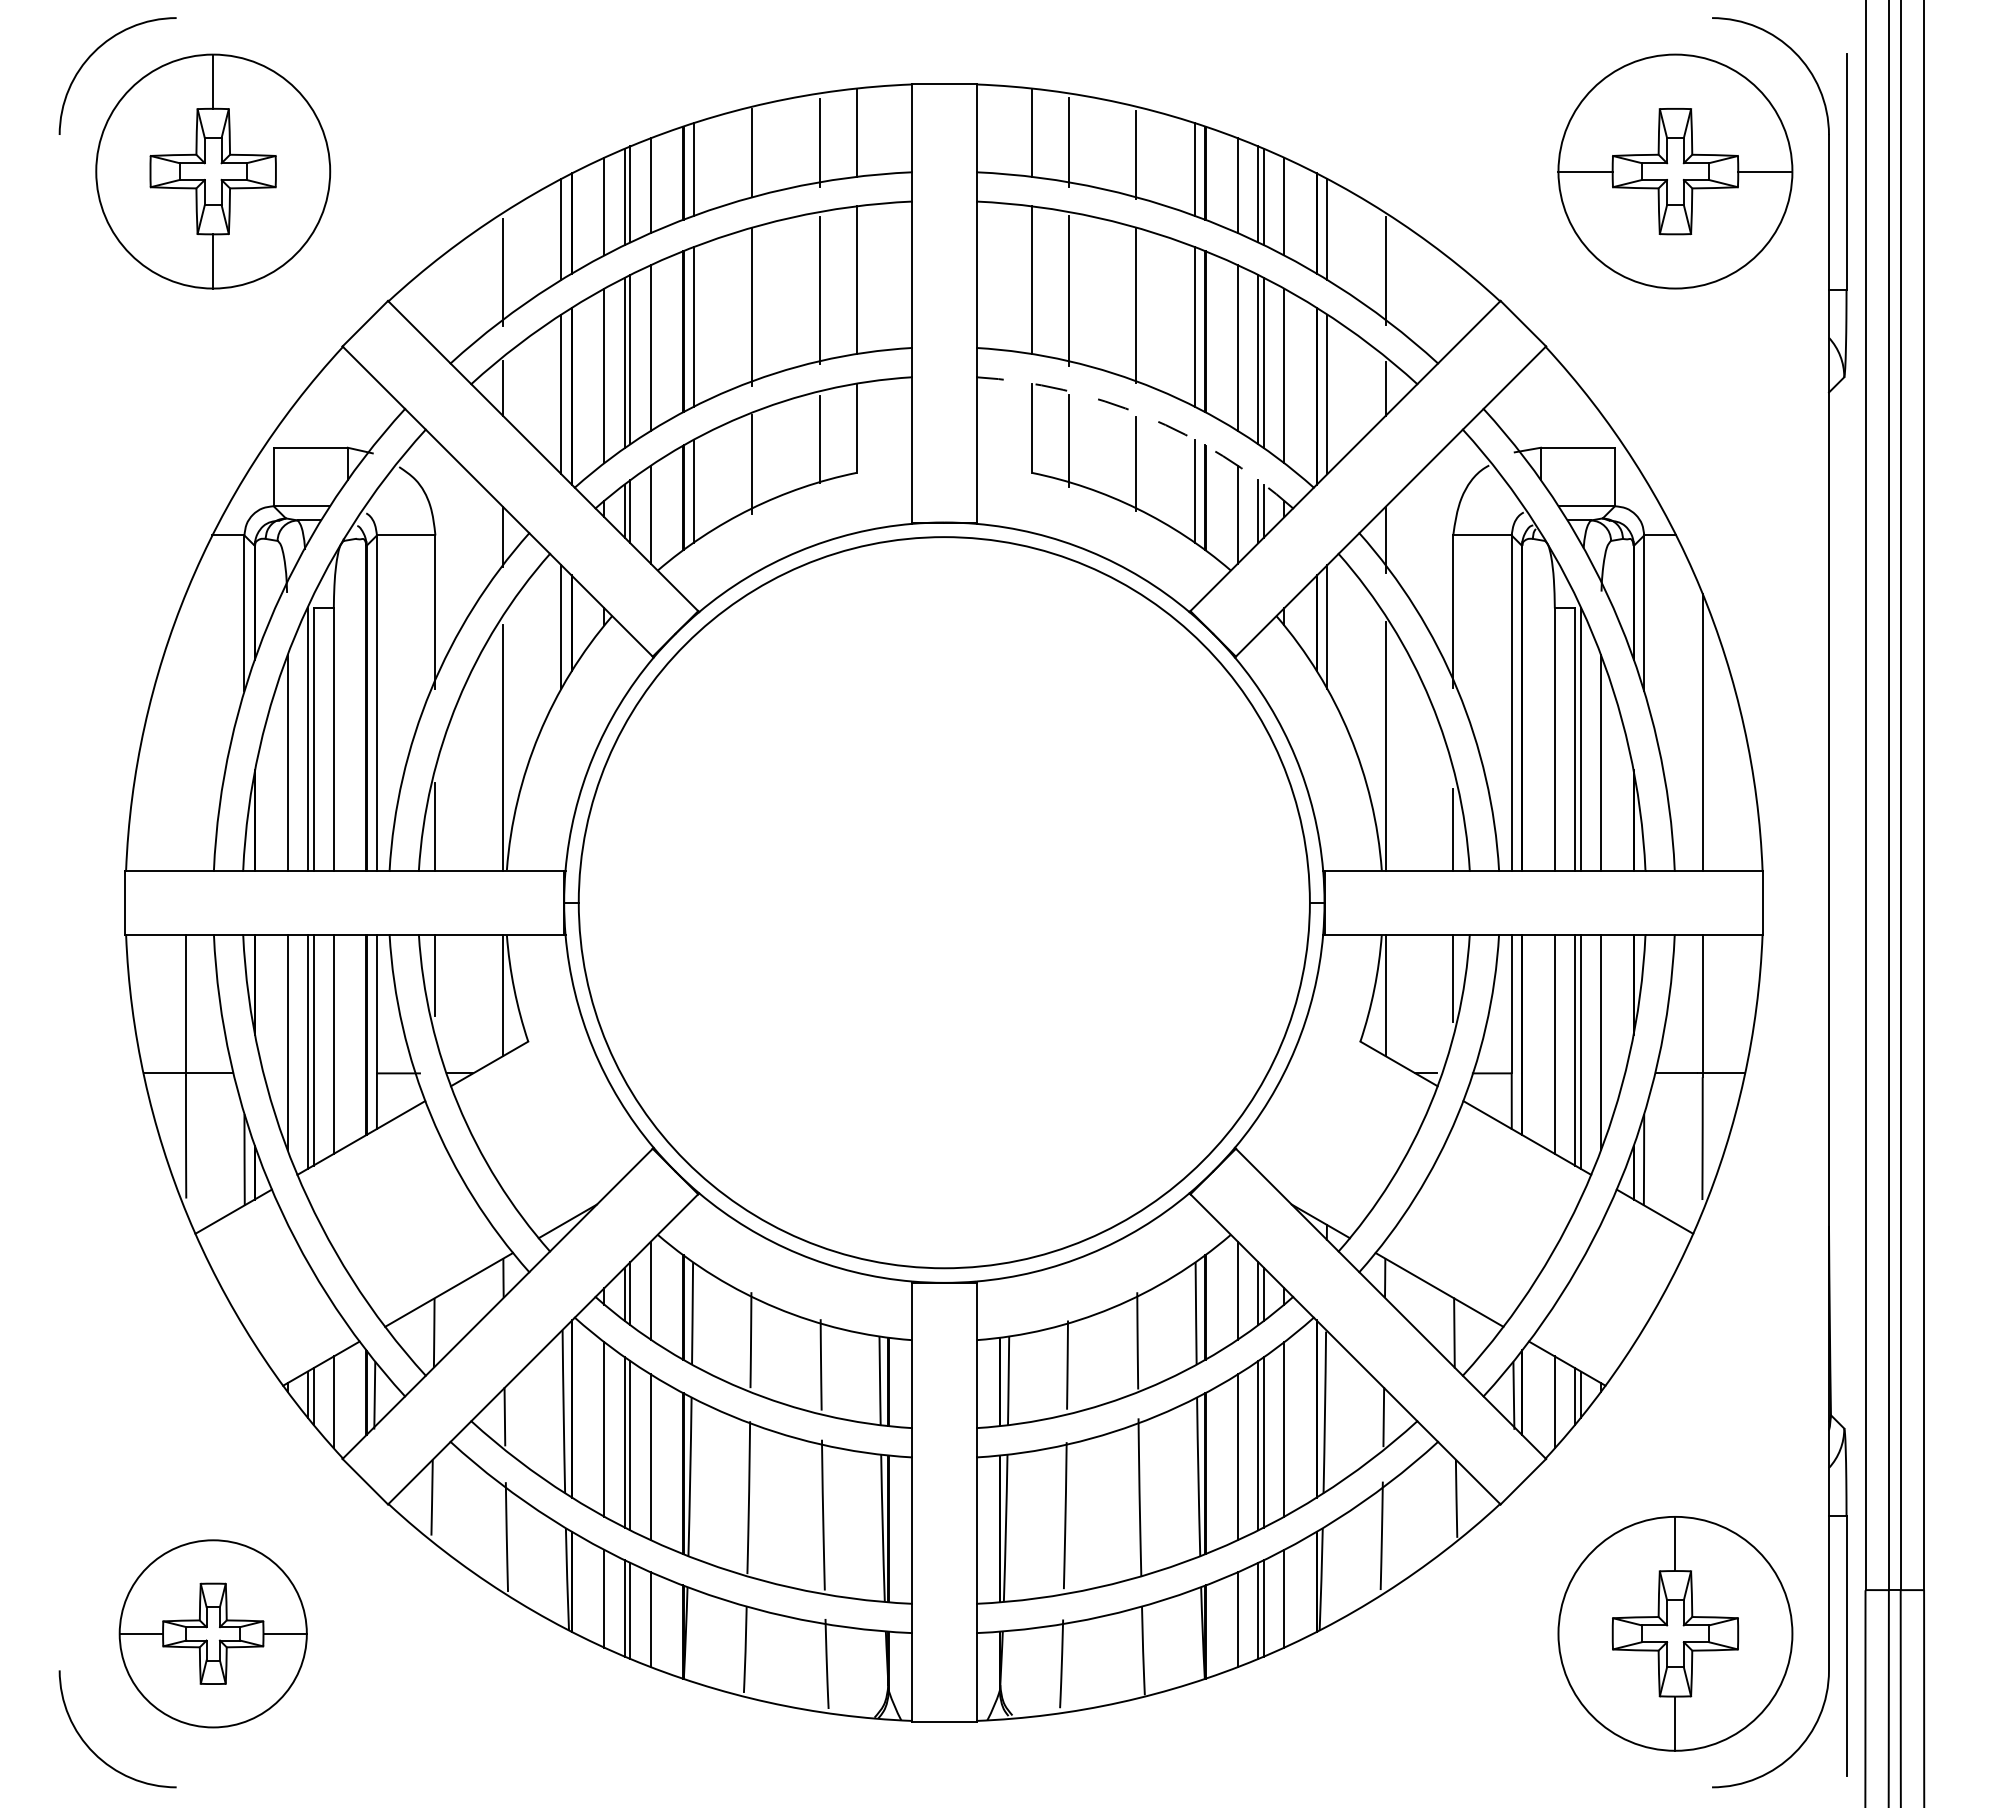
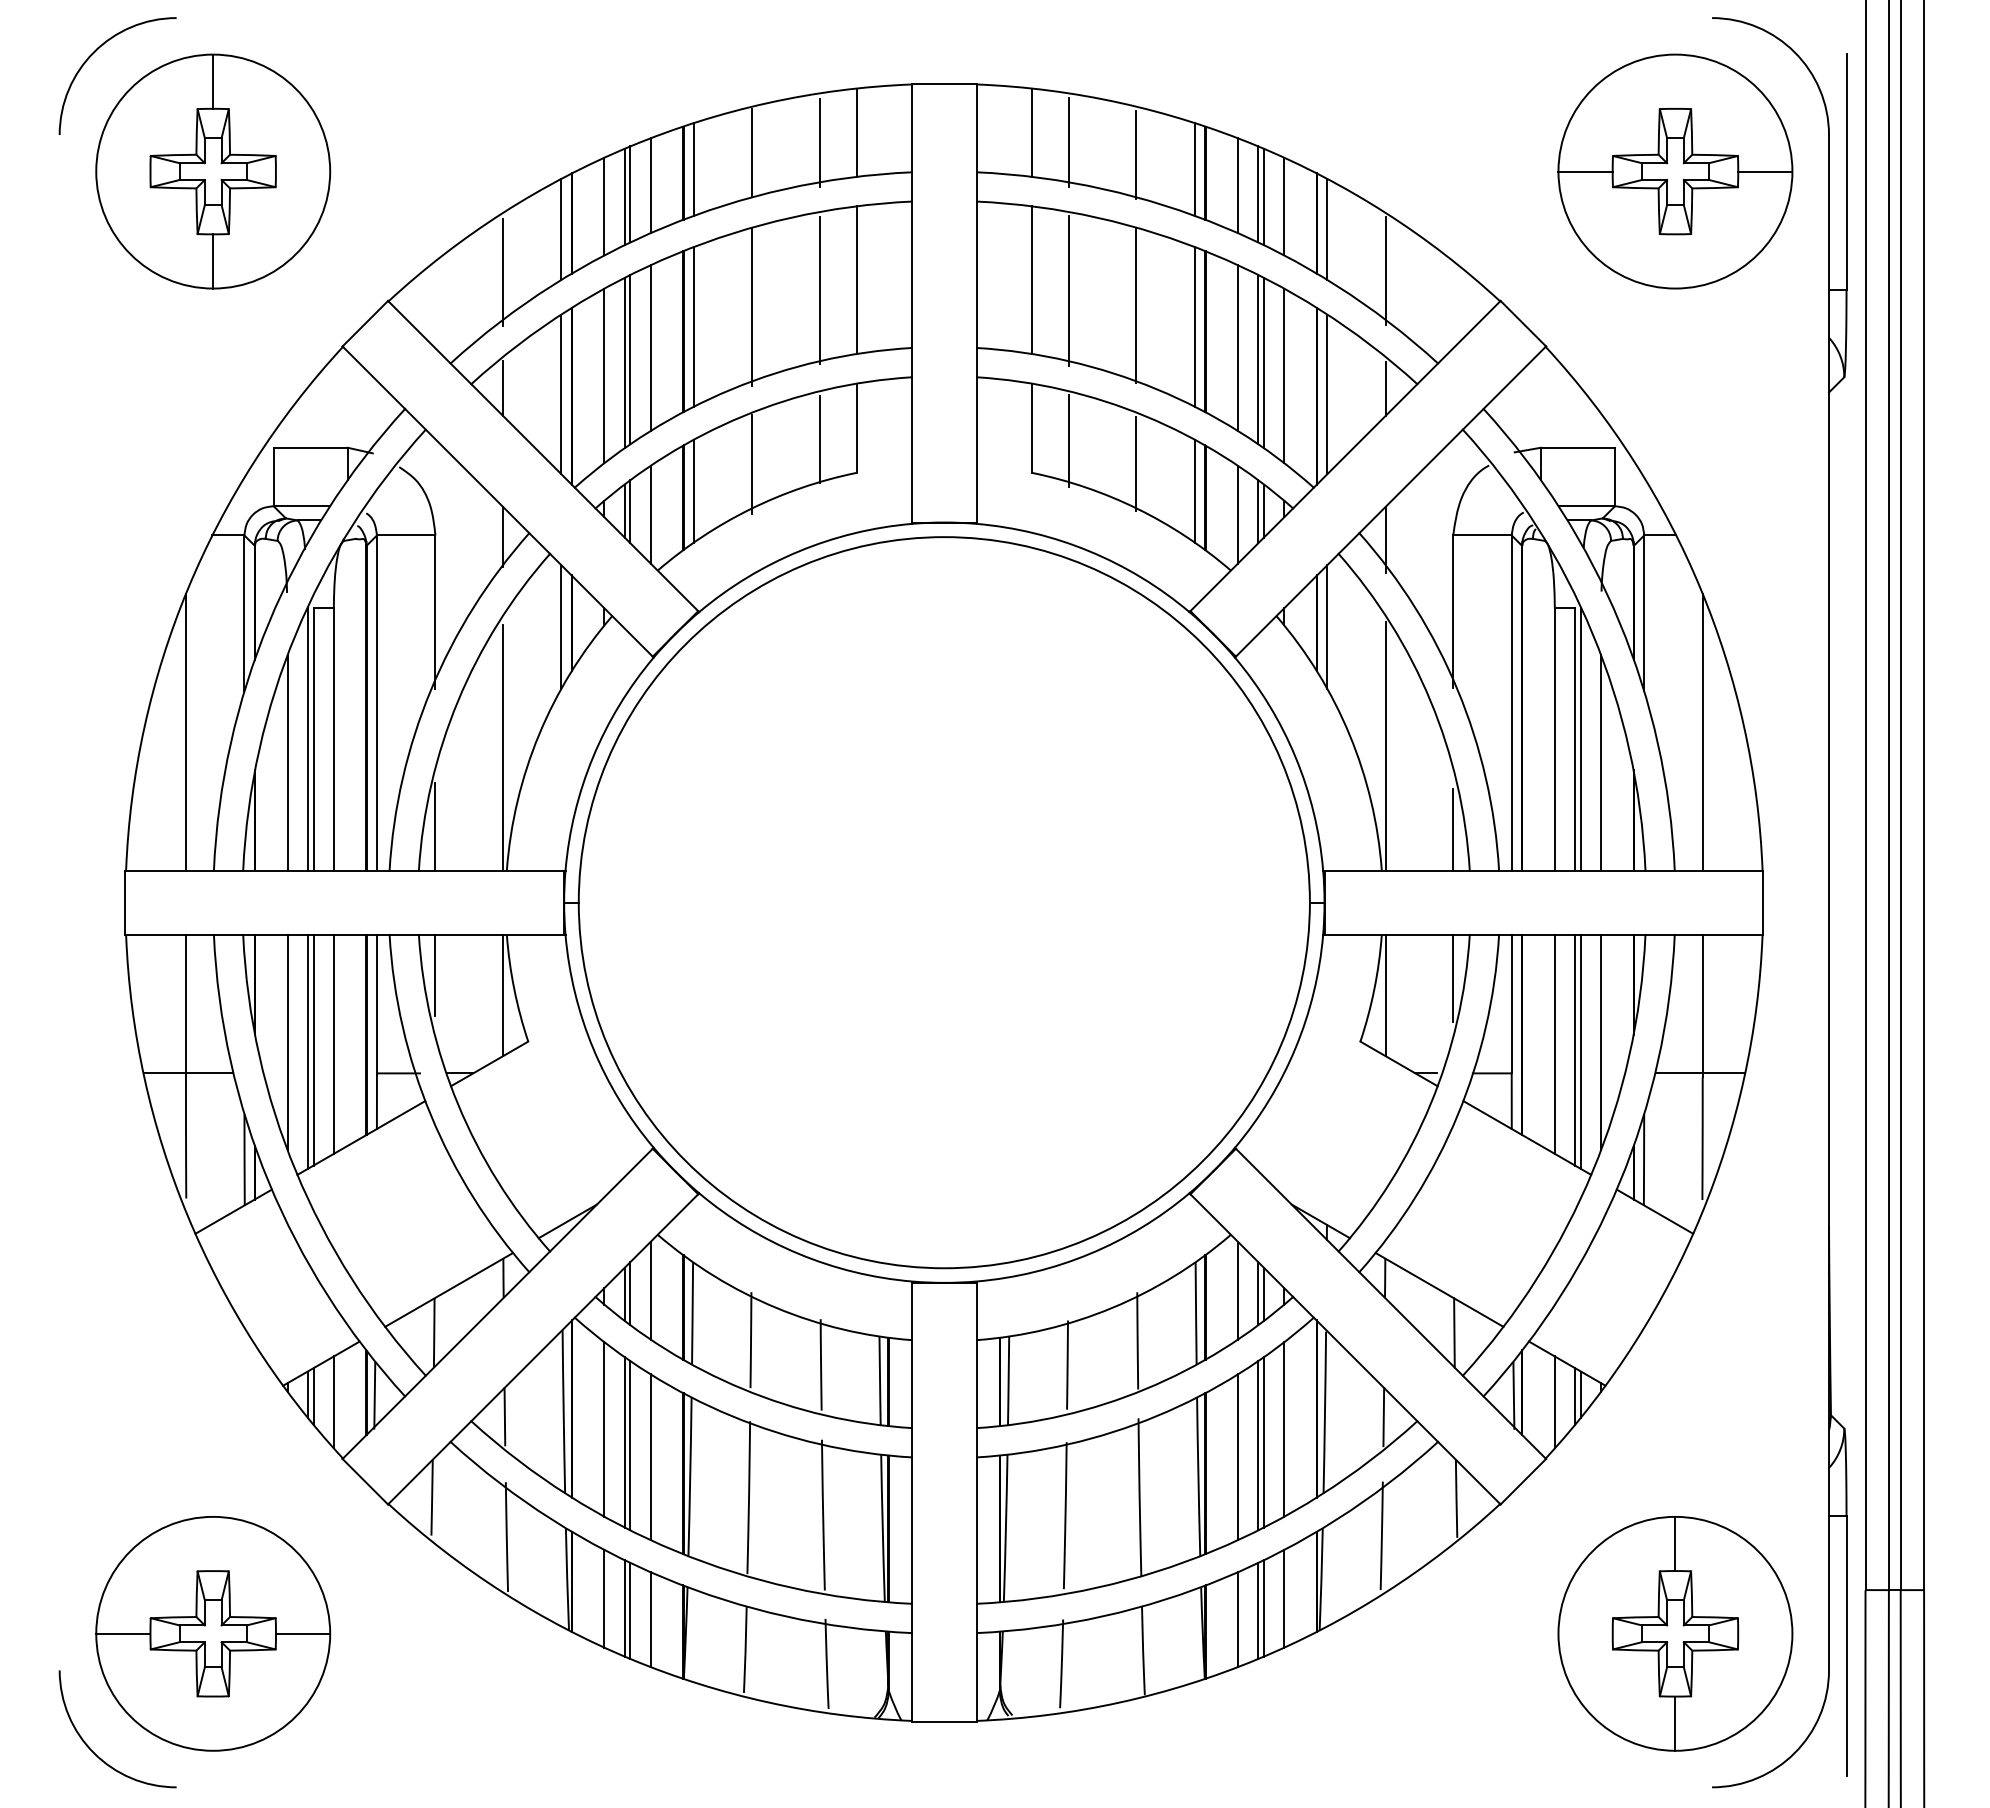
arc at (1145, 416): dashed -> solid
line at (185, 731): none -> present
part at (212, 1633) size: 190x190 px -> 237x236 px
